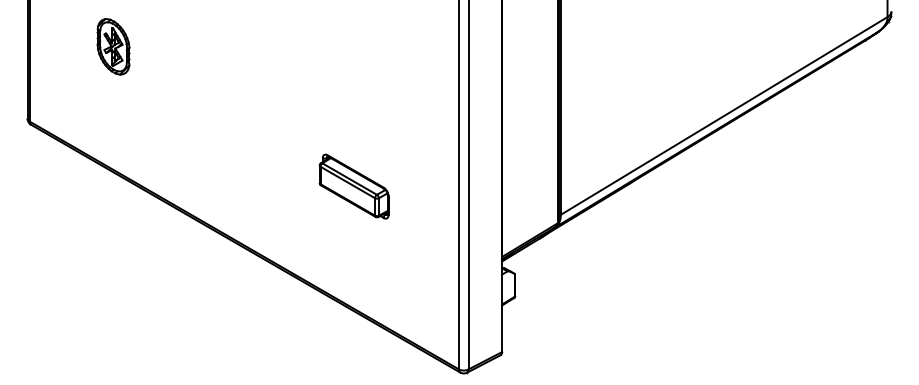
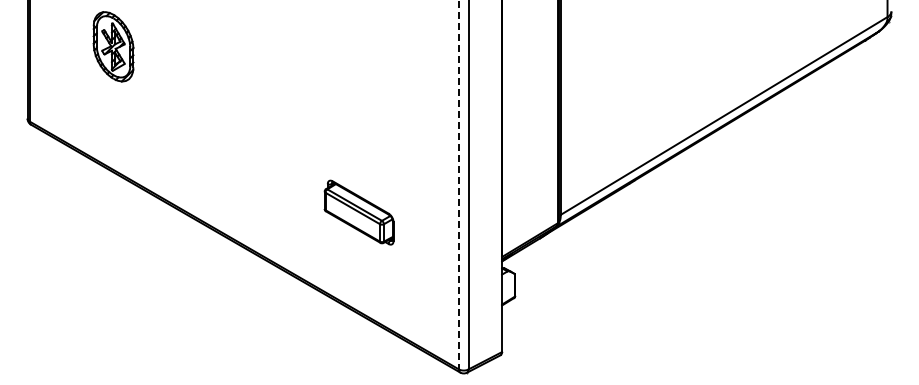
part at (113, 46) size: 35x58 px -> 43x72 px
line at (458, 185): solid -> dashed
part at (353, 186) position: (353, 186) -> (358, 212)
